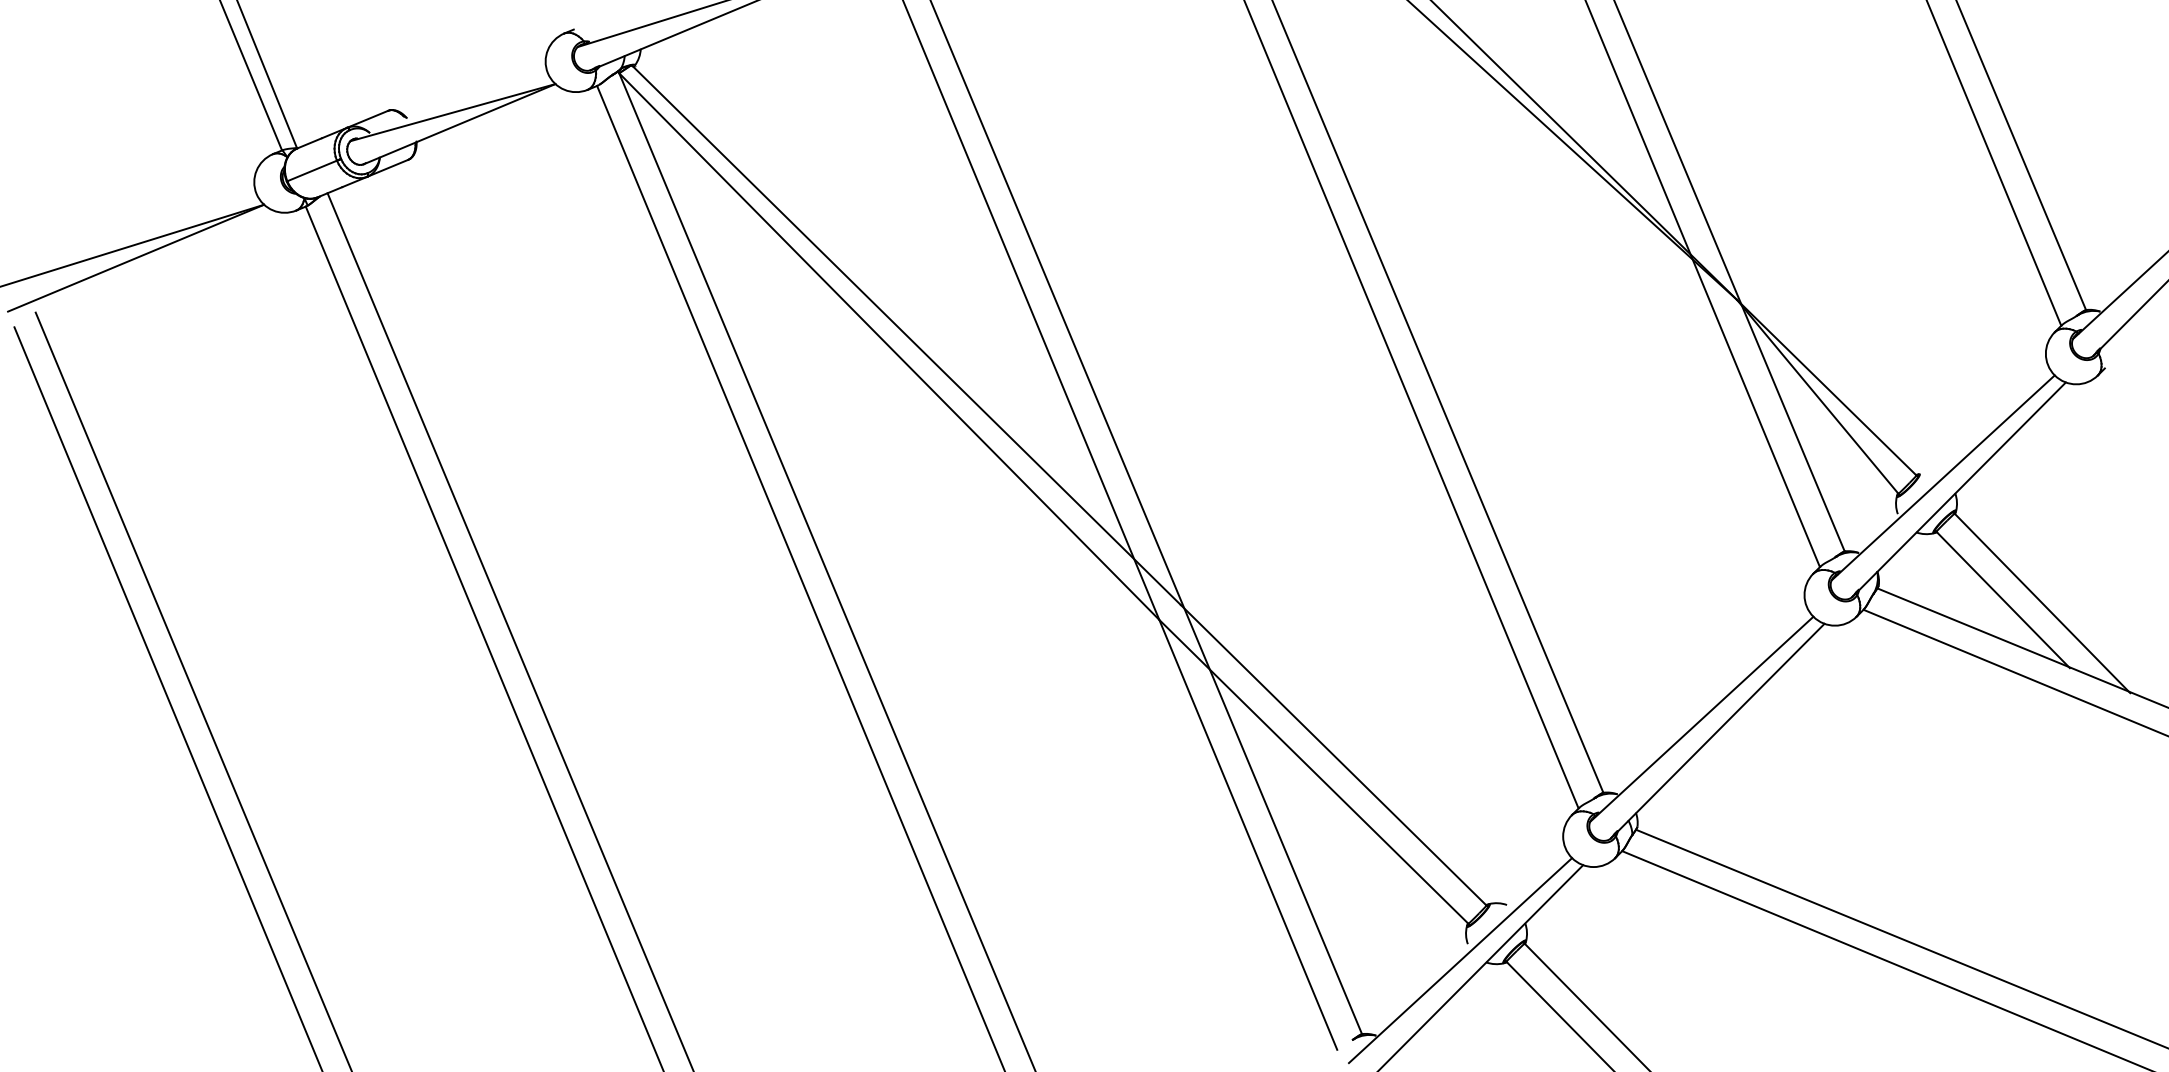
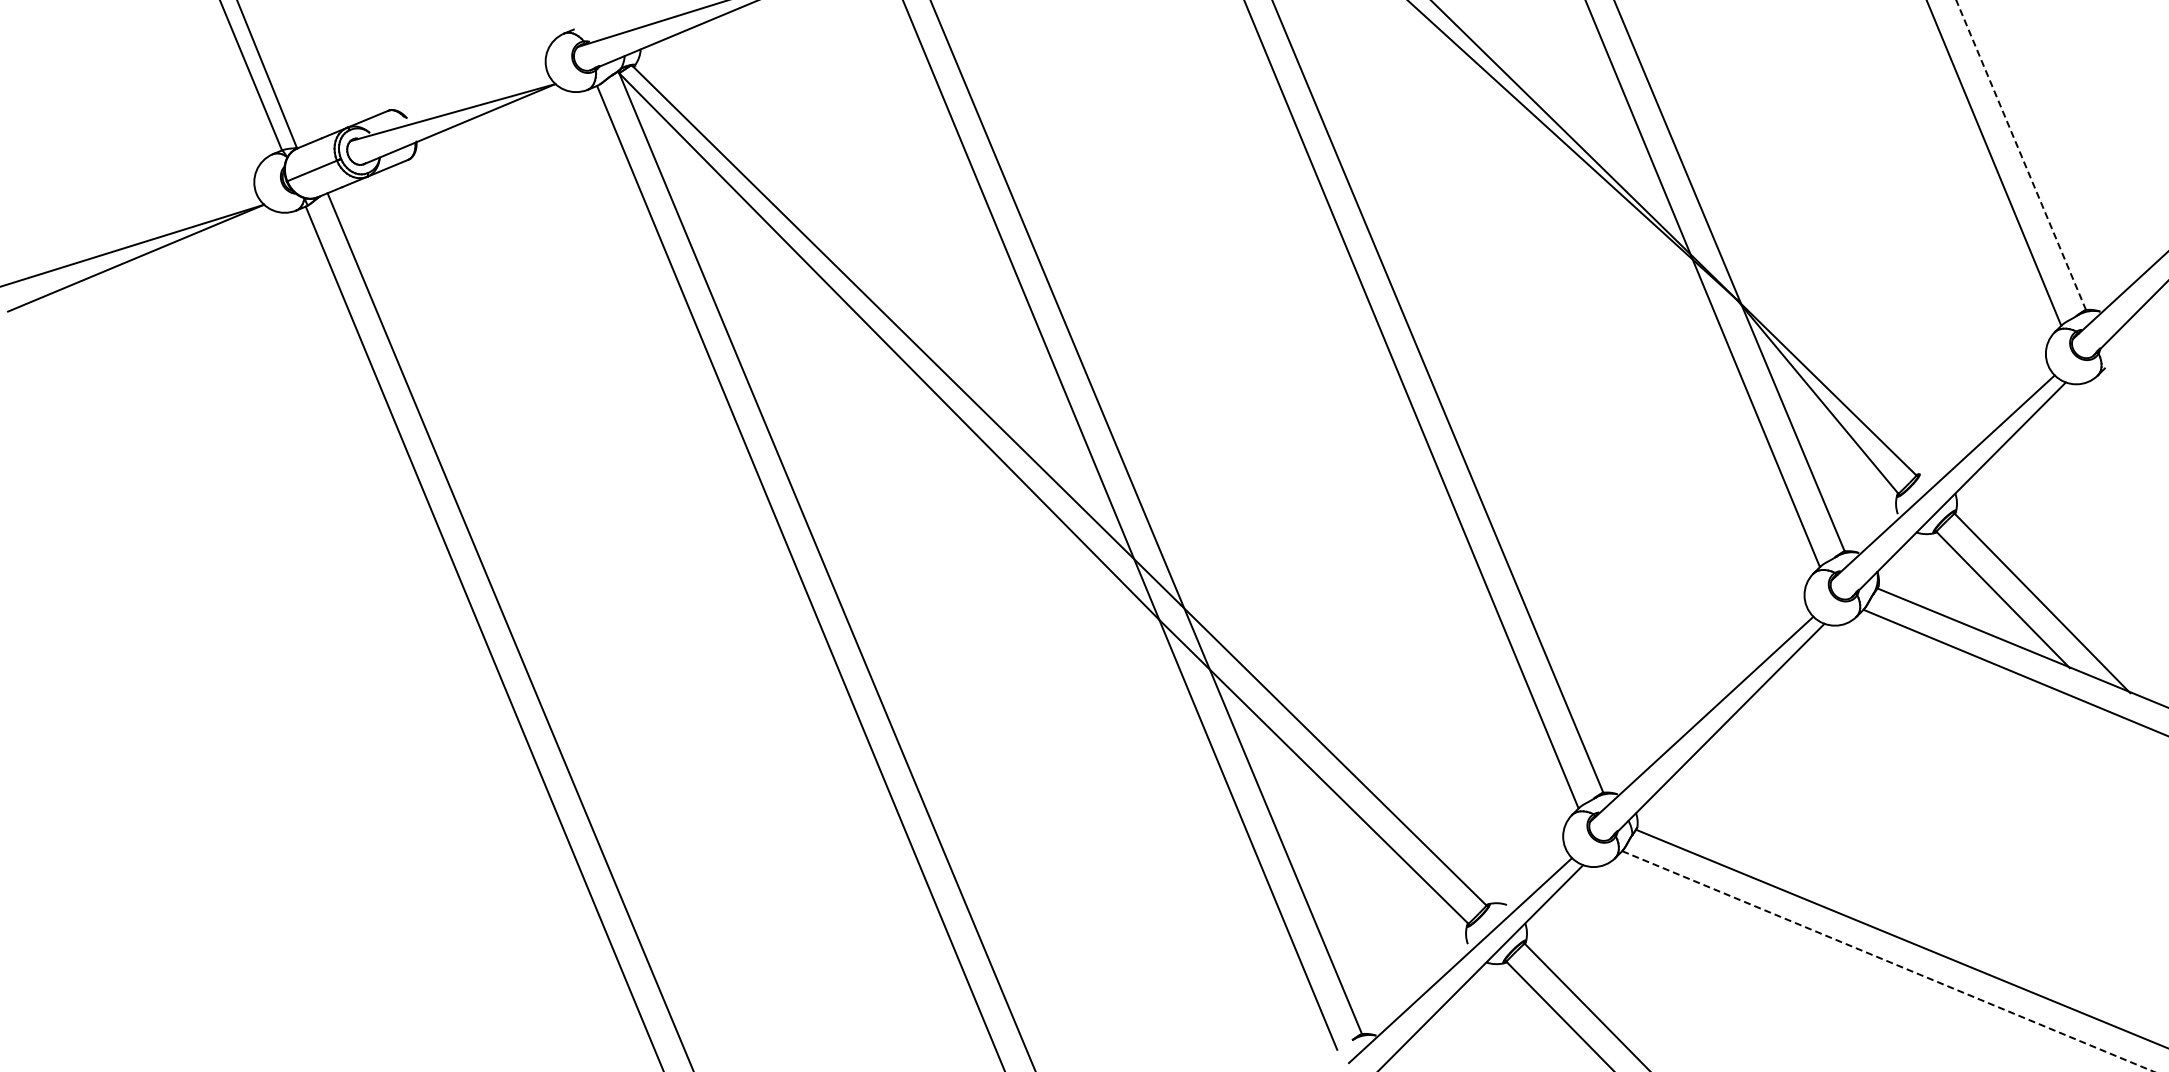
line at (2021, 155): solid -> dashed
line at (192, 690): present -> none
line at (167, 697): present -> none
line at (1888, 961): solid -> dashed
